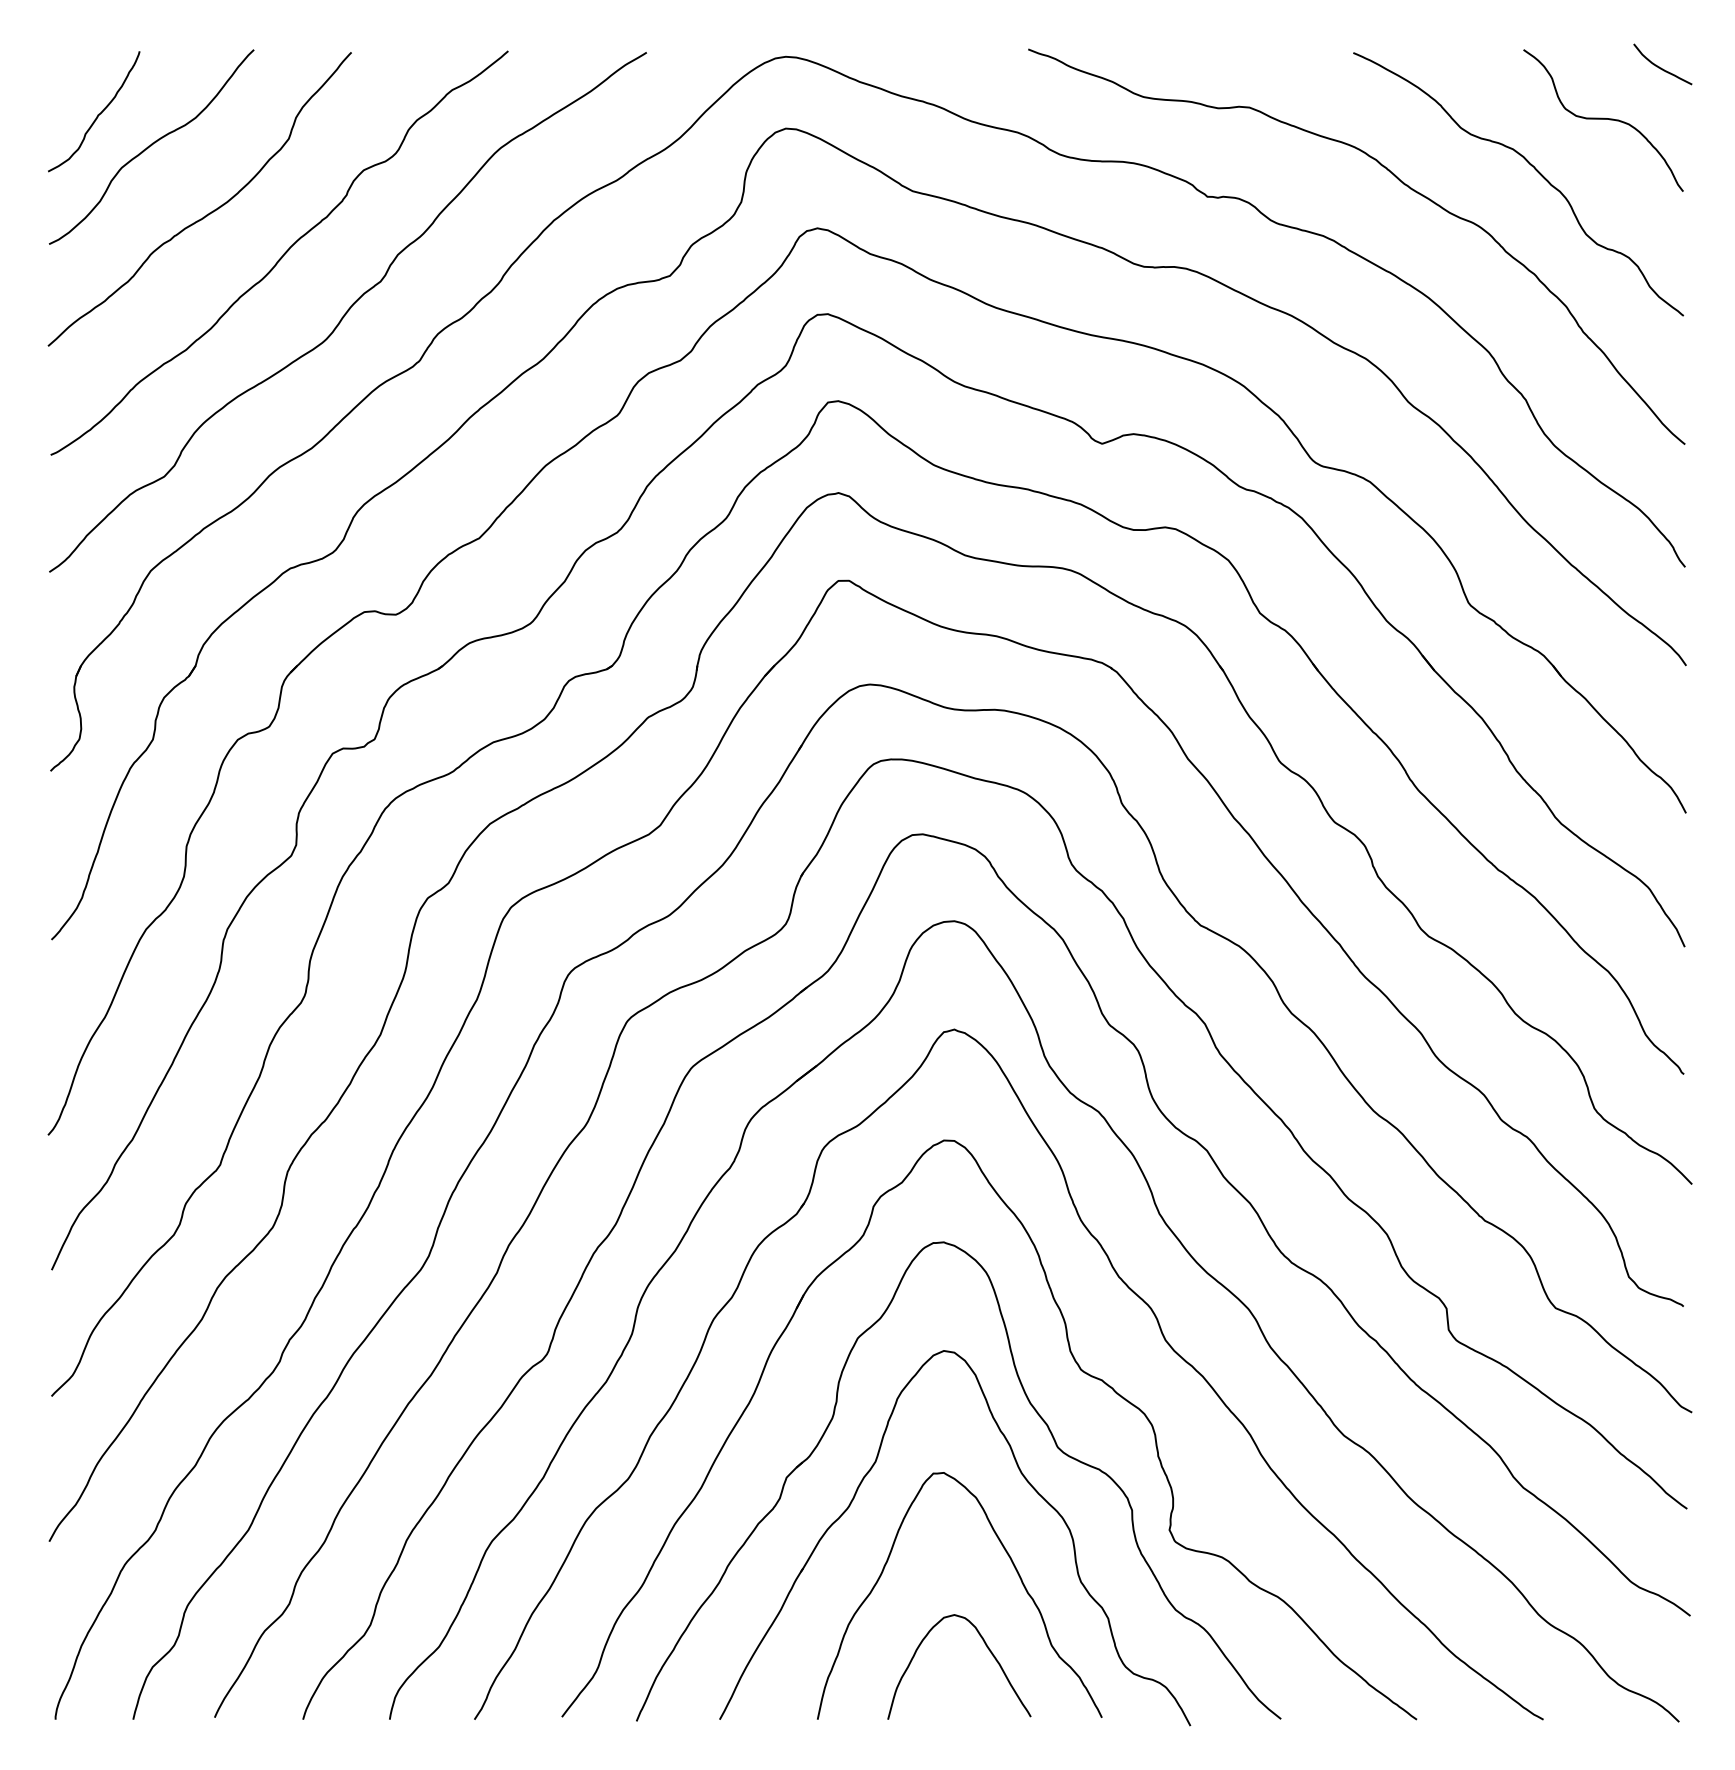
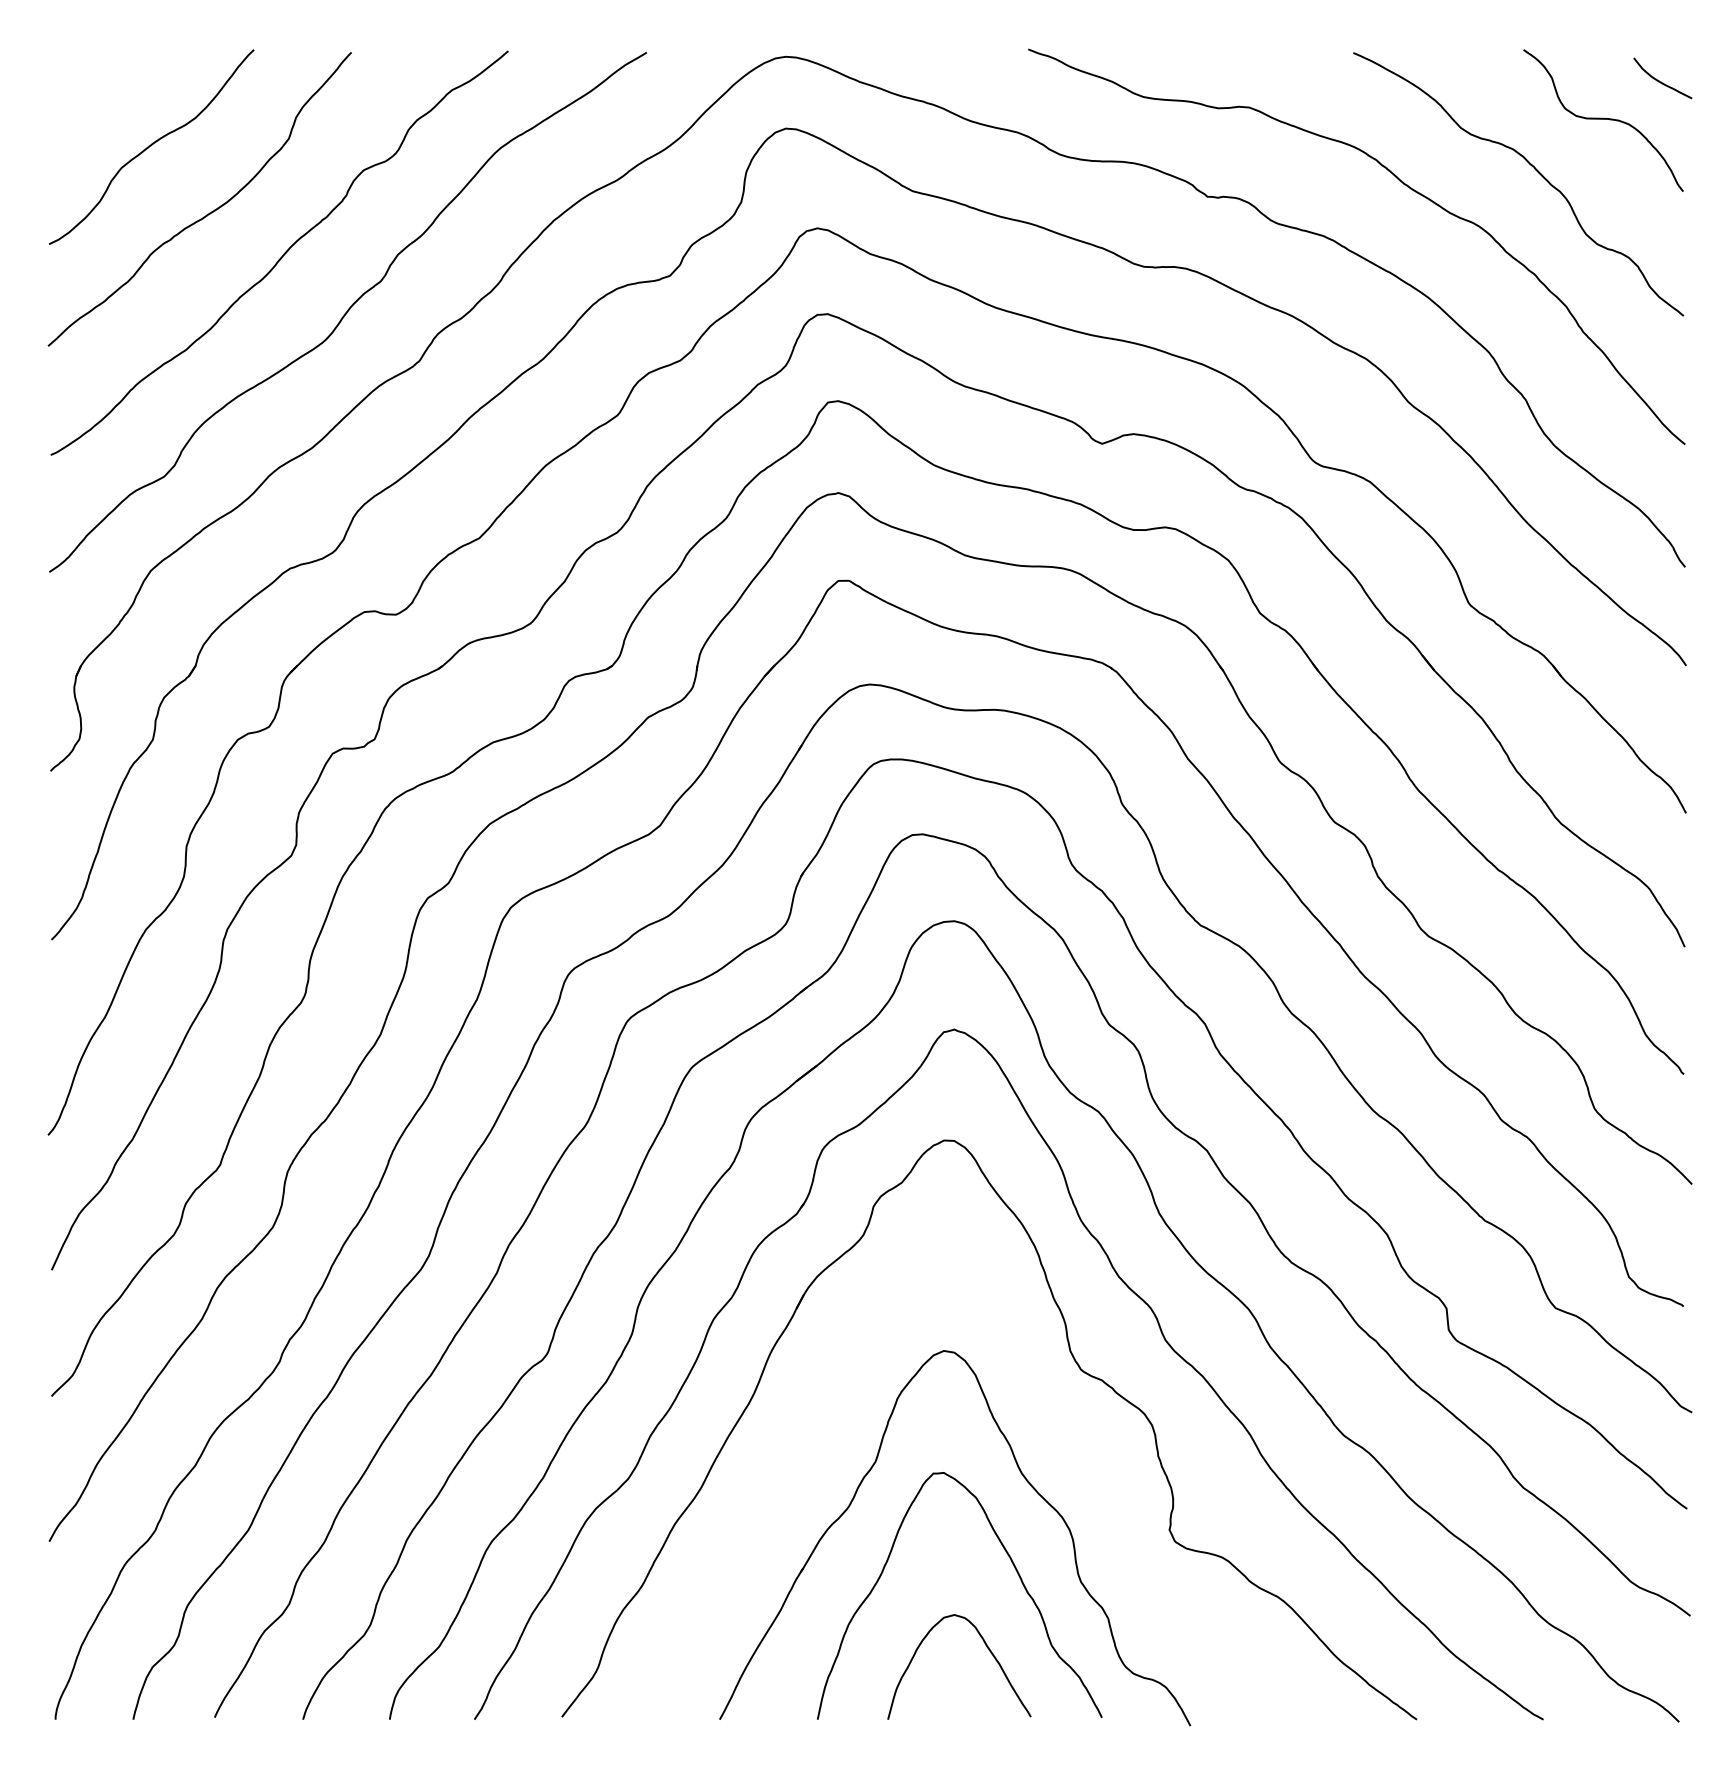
curve at (1661, 67) position: (1661, 67) -> (1661, 81)
curve at (97, 114): present -> none
part at (1039, 1417): present -> none
